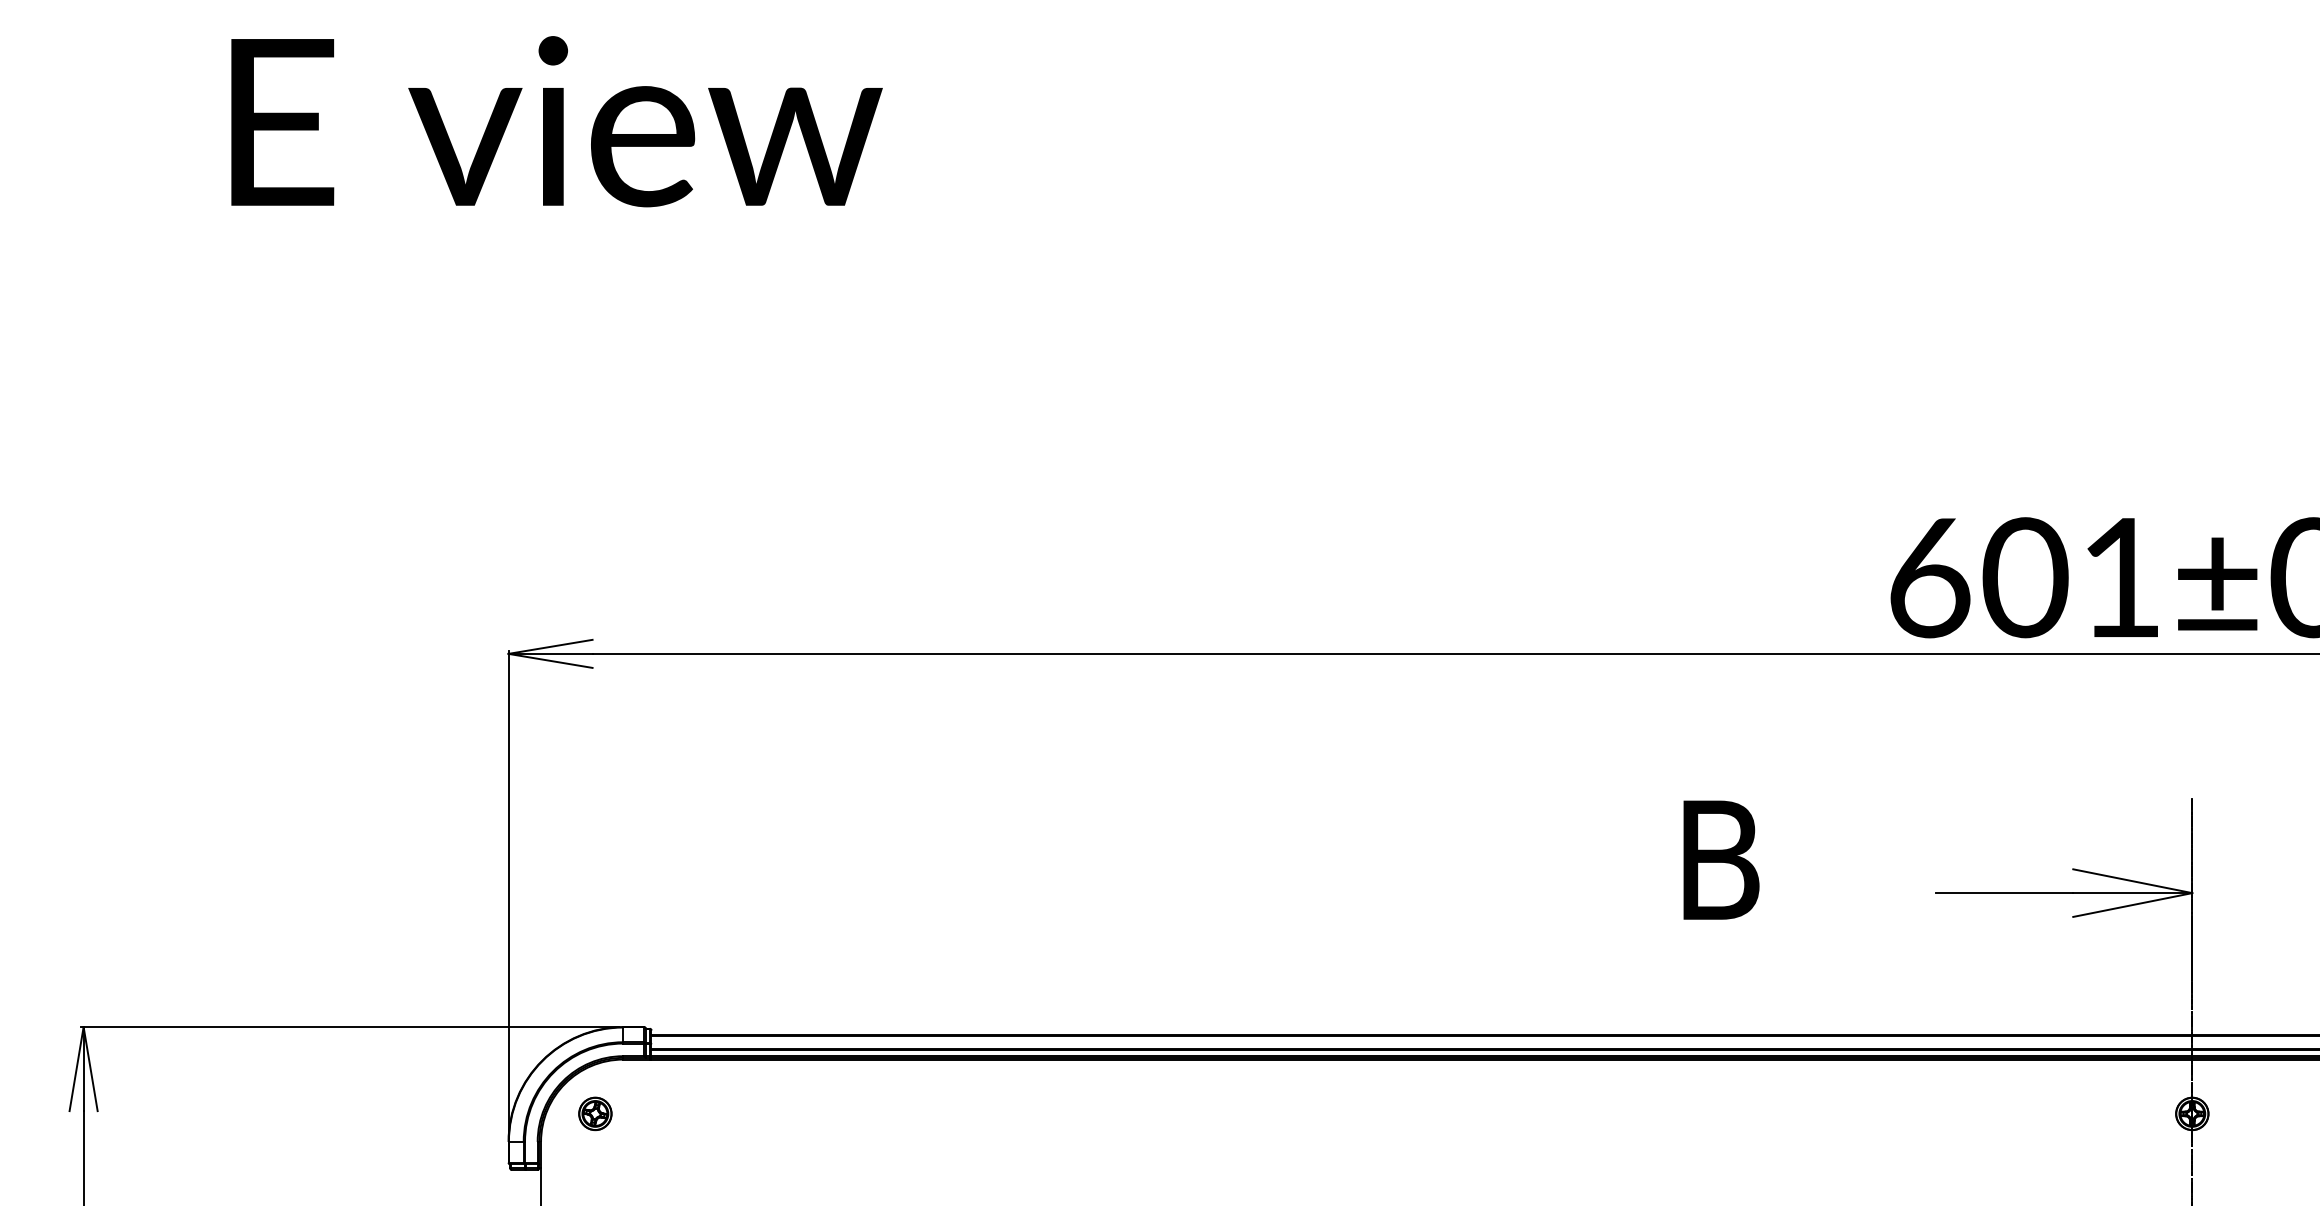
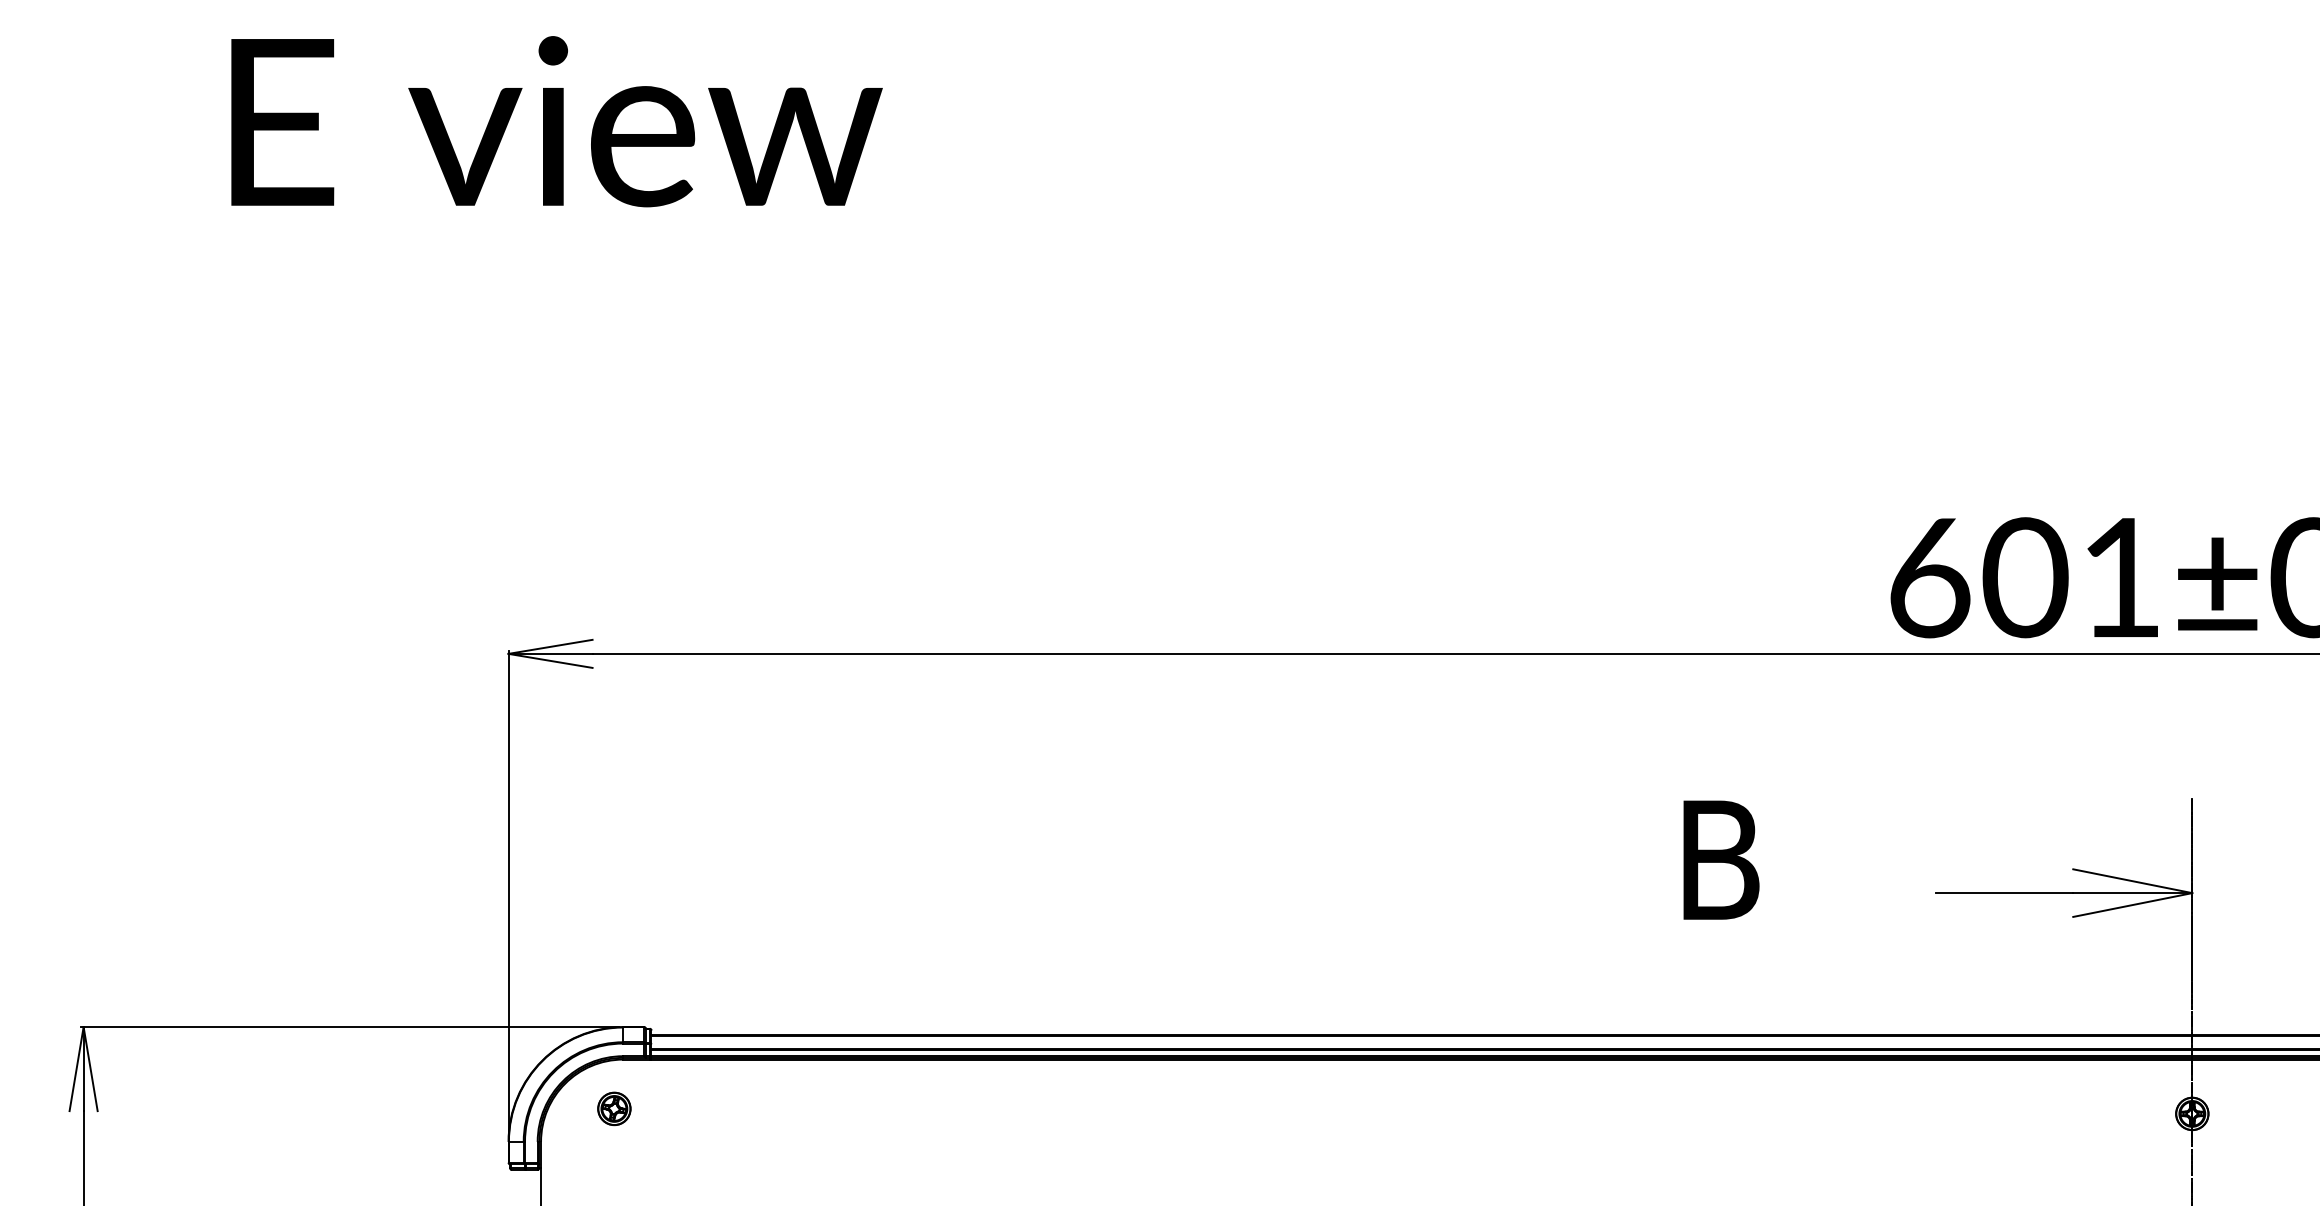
part at (595, 1113) position: (595, 1113) -> (614, 1108)
